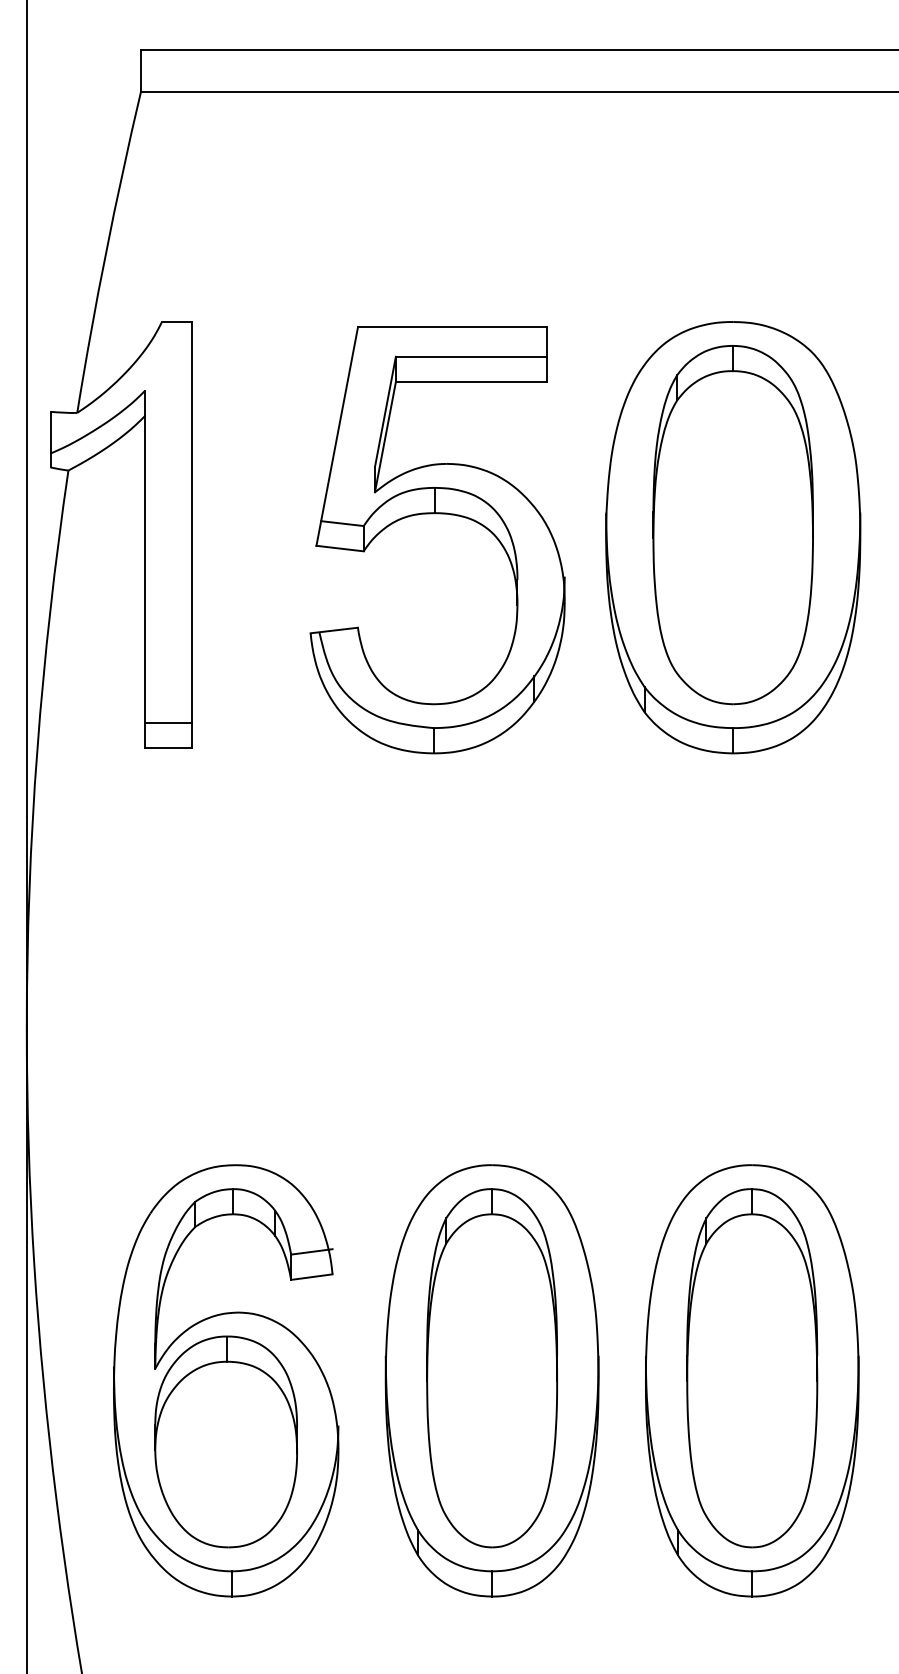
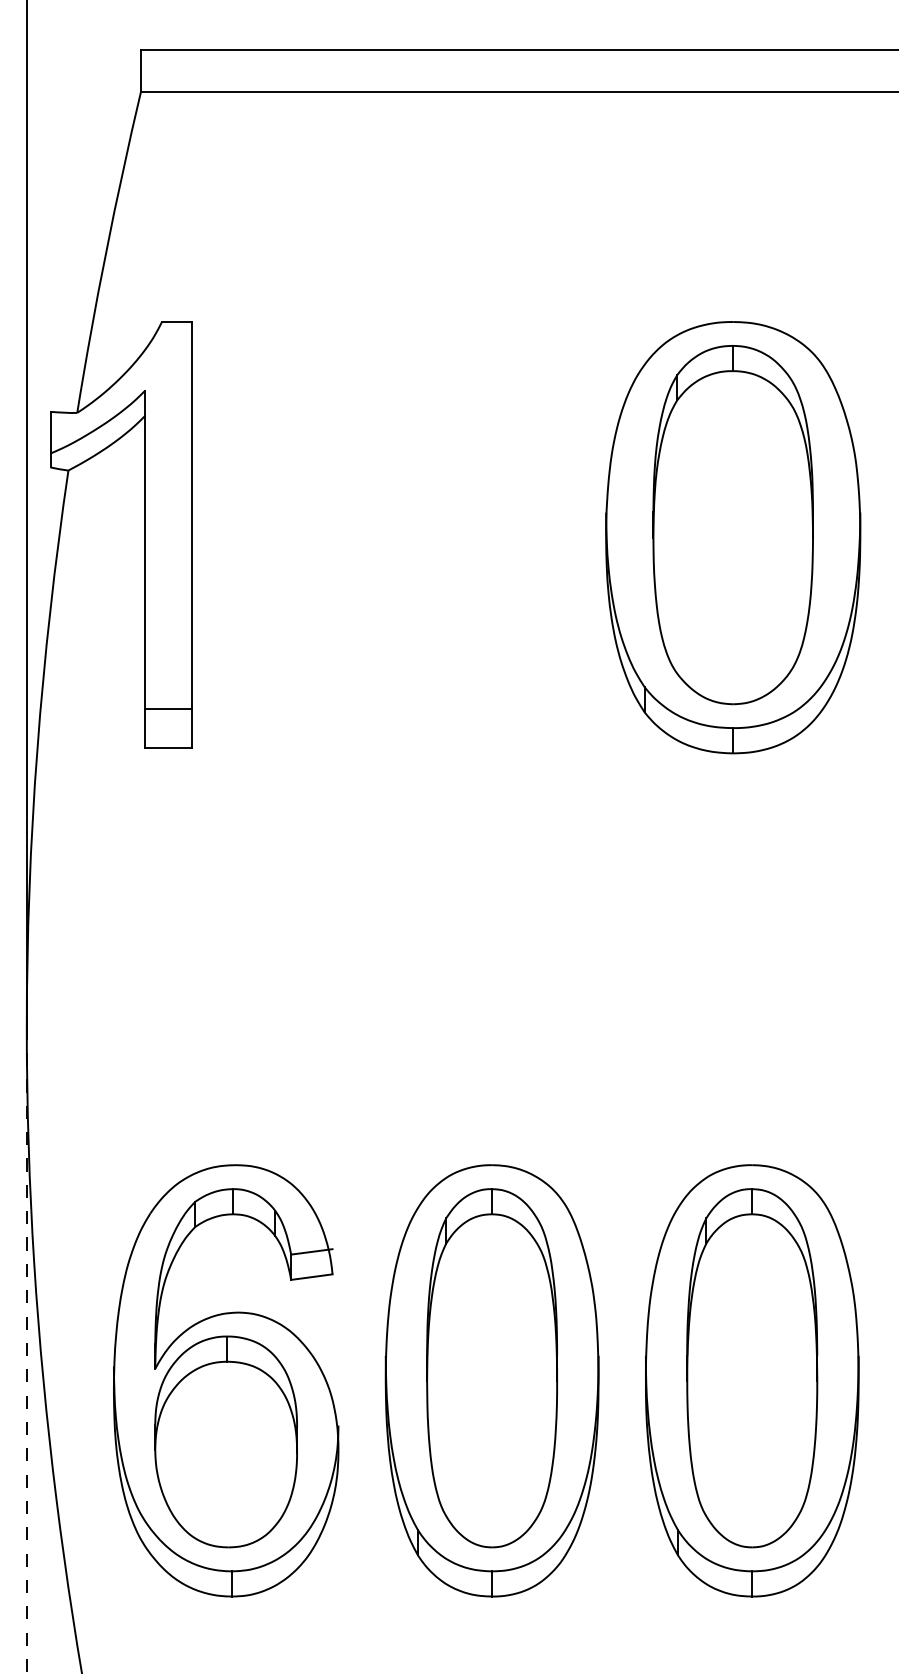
part at (437, 514): present -> none
line at (168, 722) position: (168, 722) -> (168, 708)
line at (26, 1350): solid -> dashed
